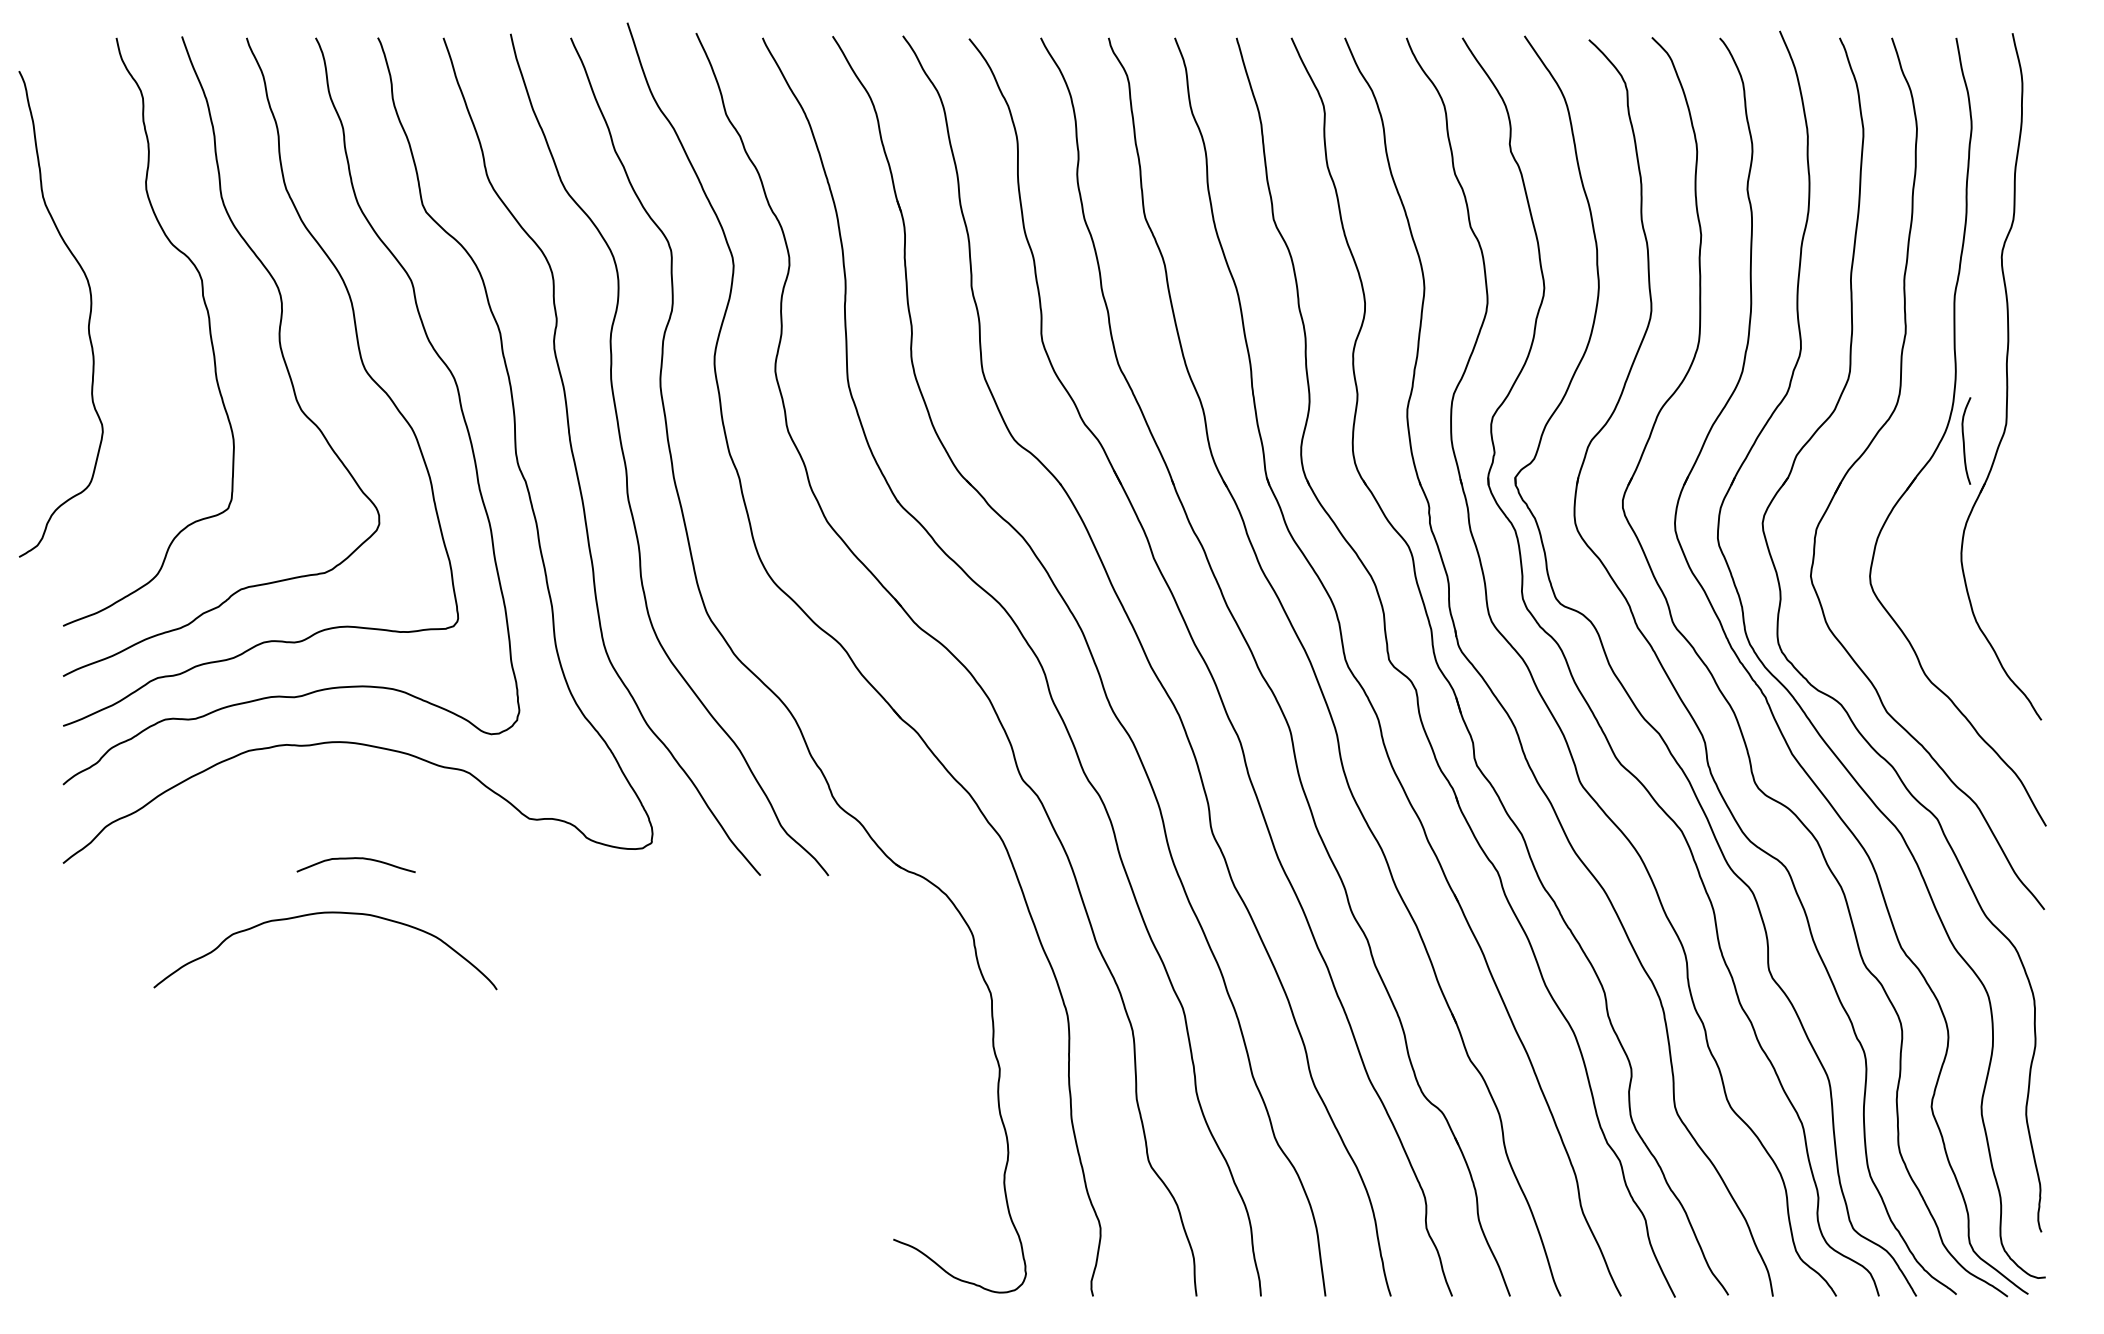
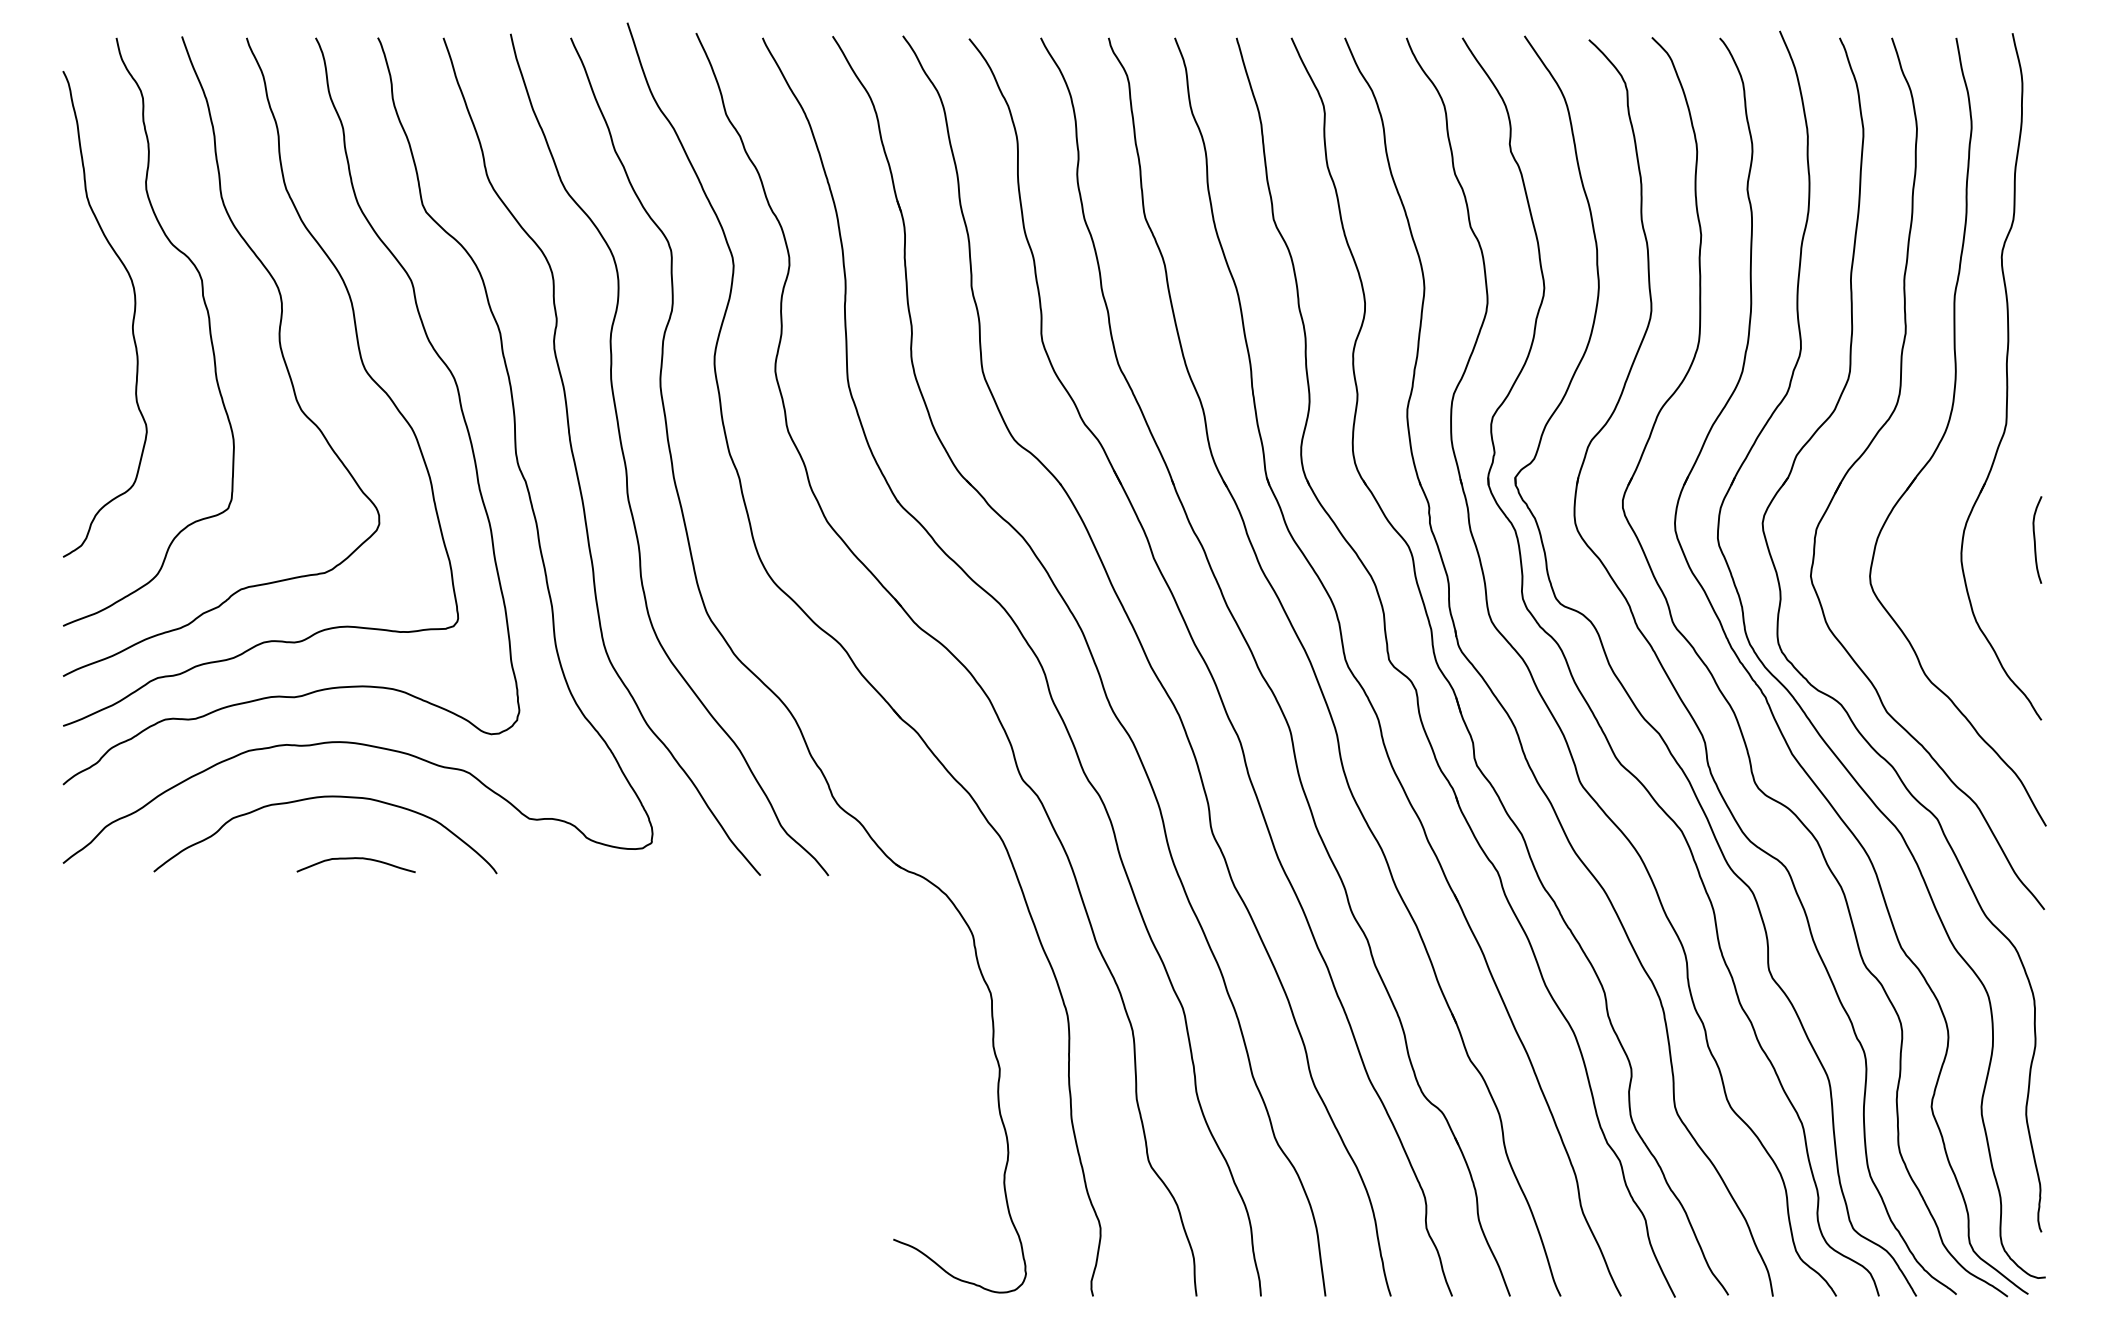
curve at (88, 319) position: (88, 319) -> (132, 319)
curve at (1964, 440) position: (1964, 440) -> (2035, 539)
curve at (318, 914) position: (318, 914) -> (318, 798)
